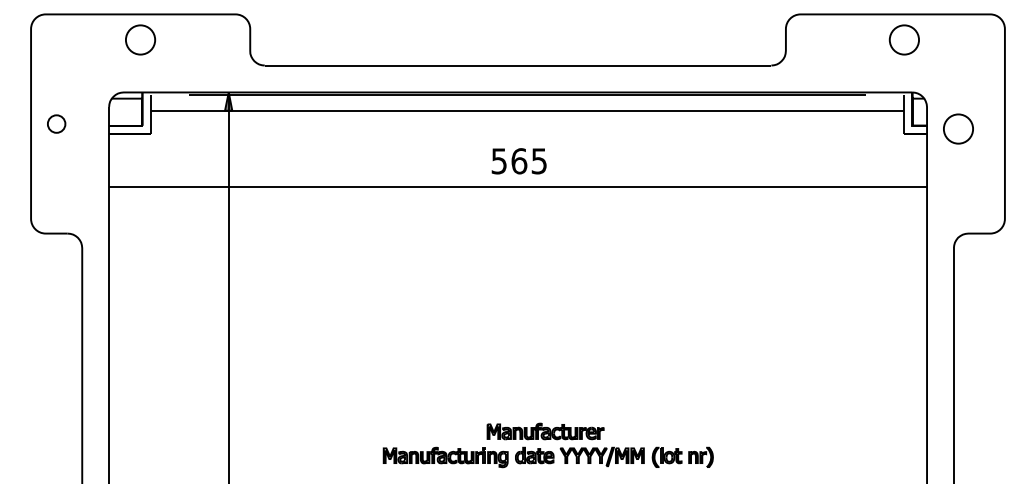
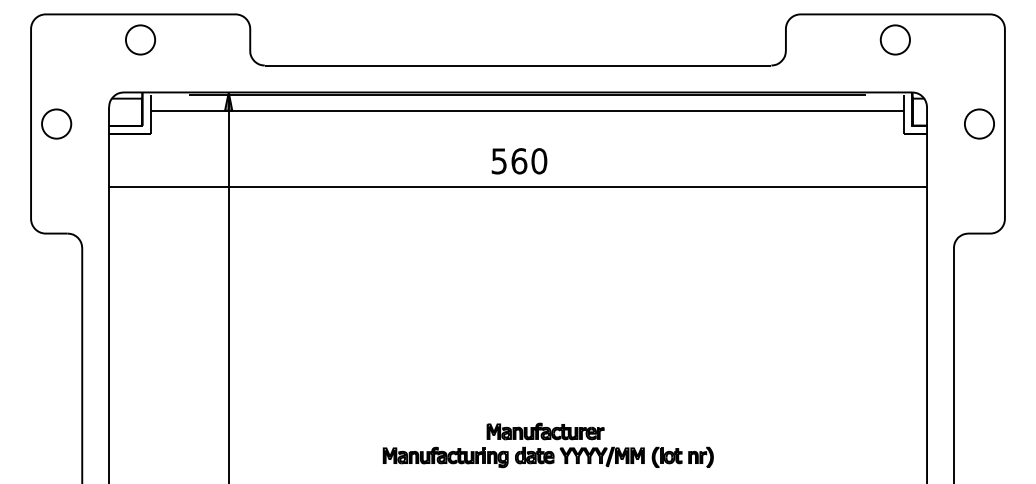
circle at (903, 39) position: (903, 39) -> (894, 39)
circle at (56, 123) diameter: 18 px -> 29 px
circle at (958, 128) position: (958, 128) -> (979, 123)
text at (539, 161): 565 -> 560
